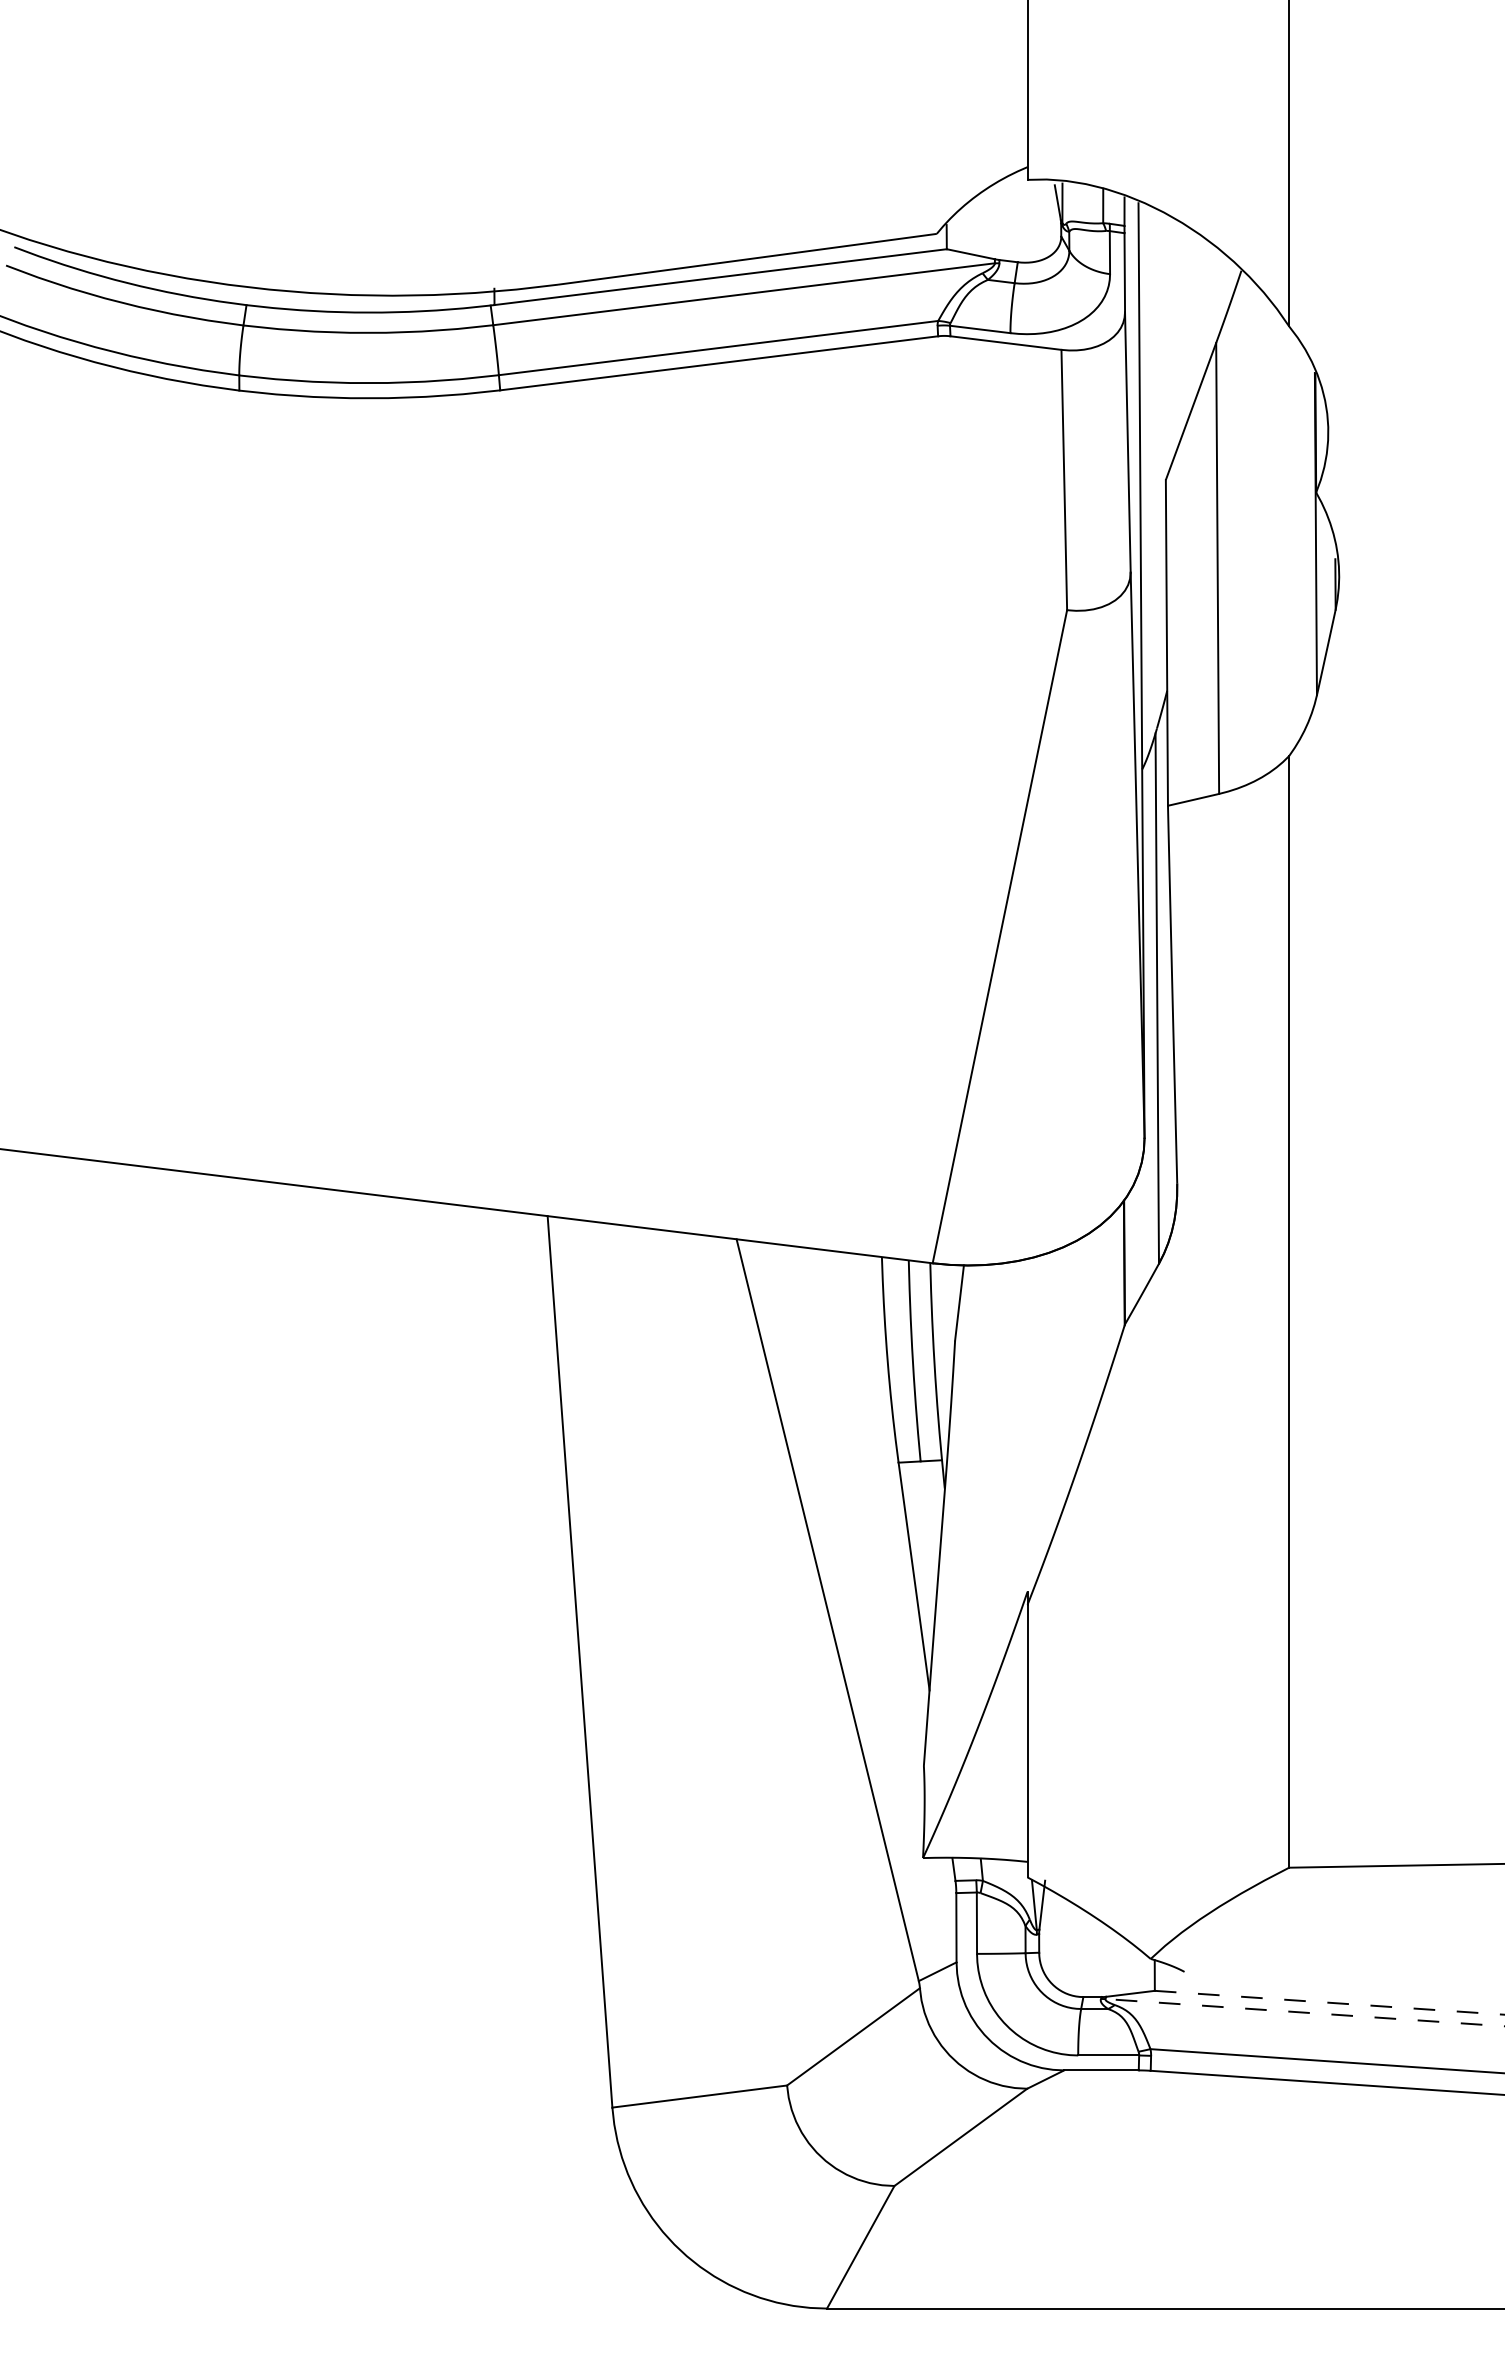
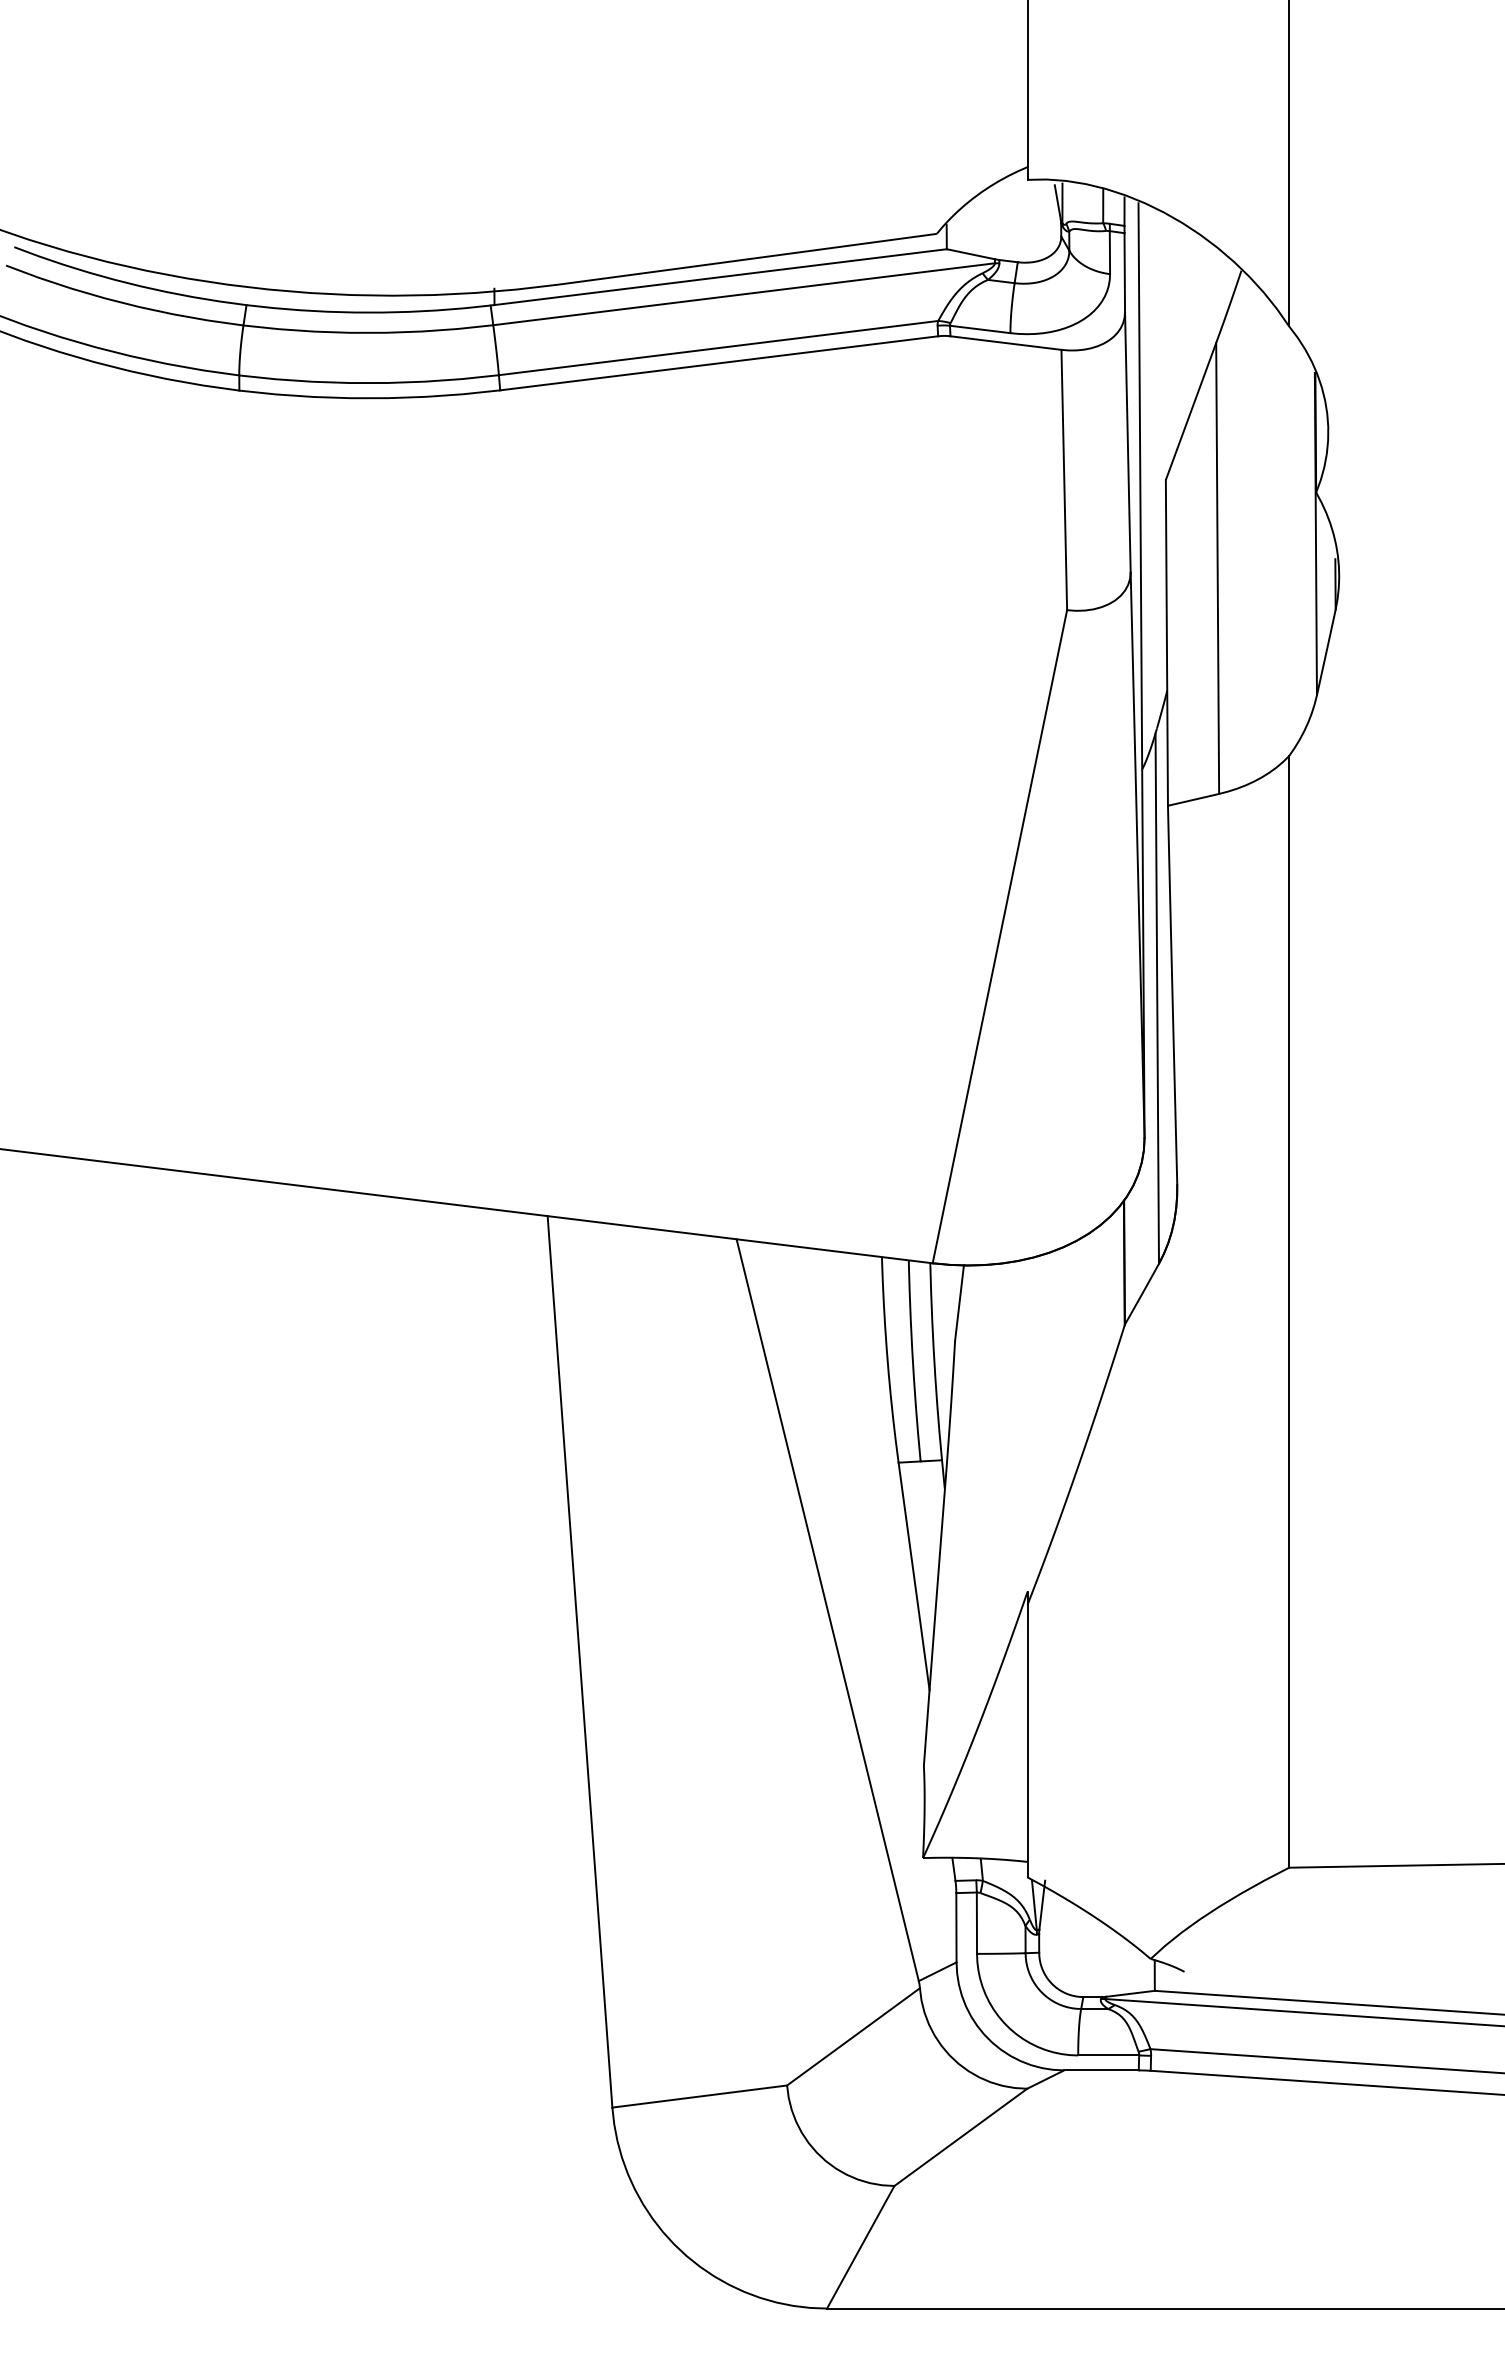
line at (1330, 2002): dashed -> solid
line at (1304, 2012): dashed -> solid
